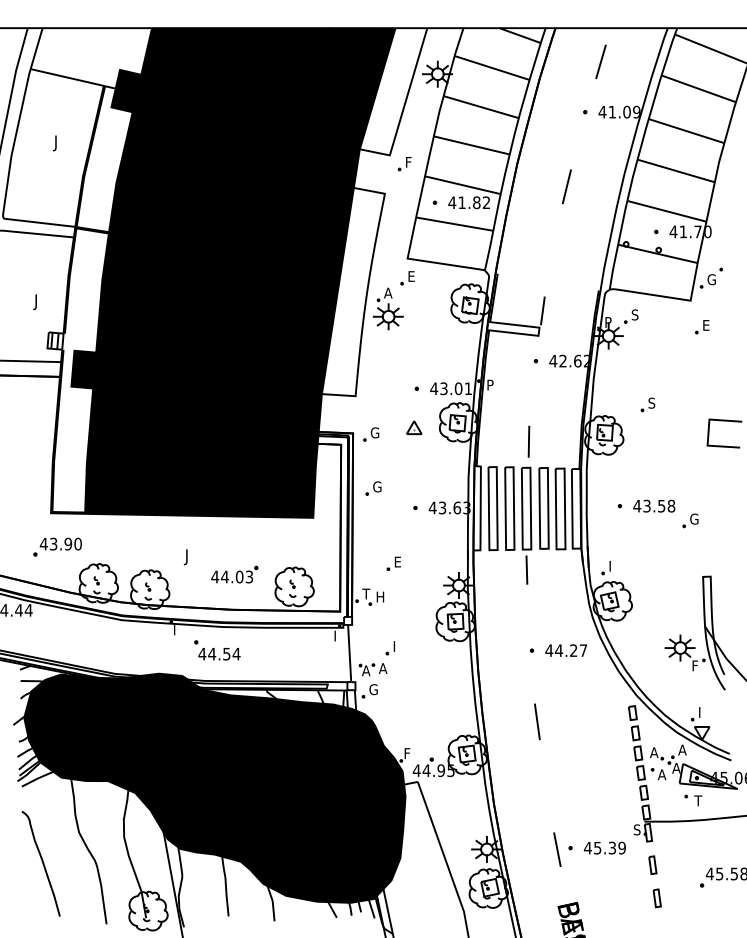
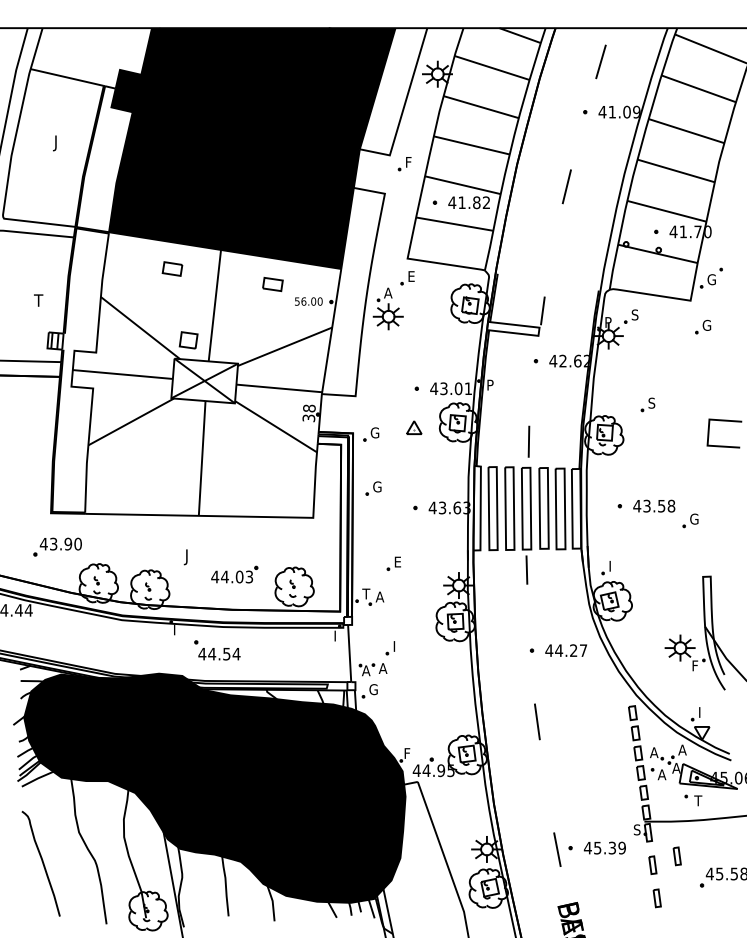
text at (38, 302): J -> T
text at (706, 324): E -> G
fill at (206, 374): present -> none
text at (379, 596): H -> A
part at (676, 856): none -> present
